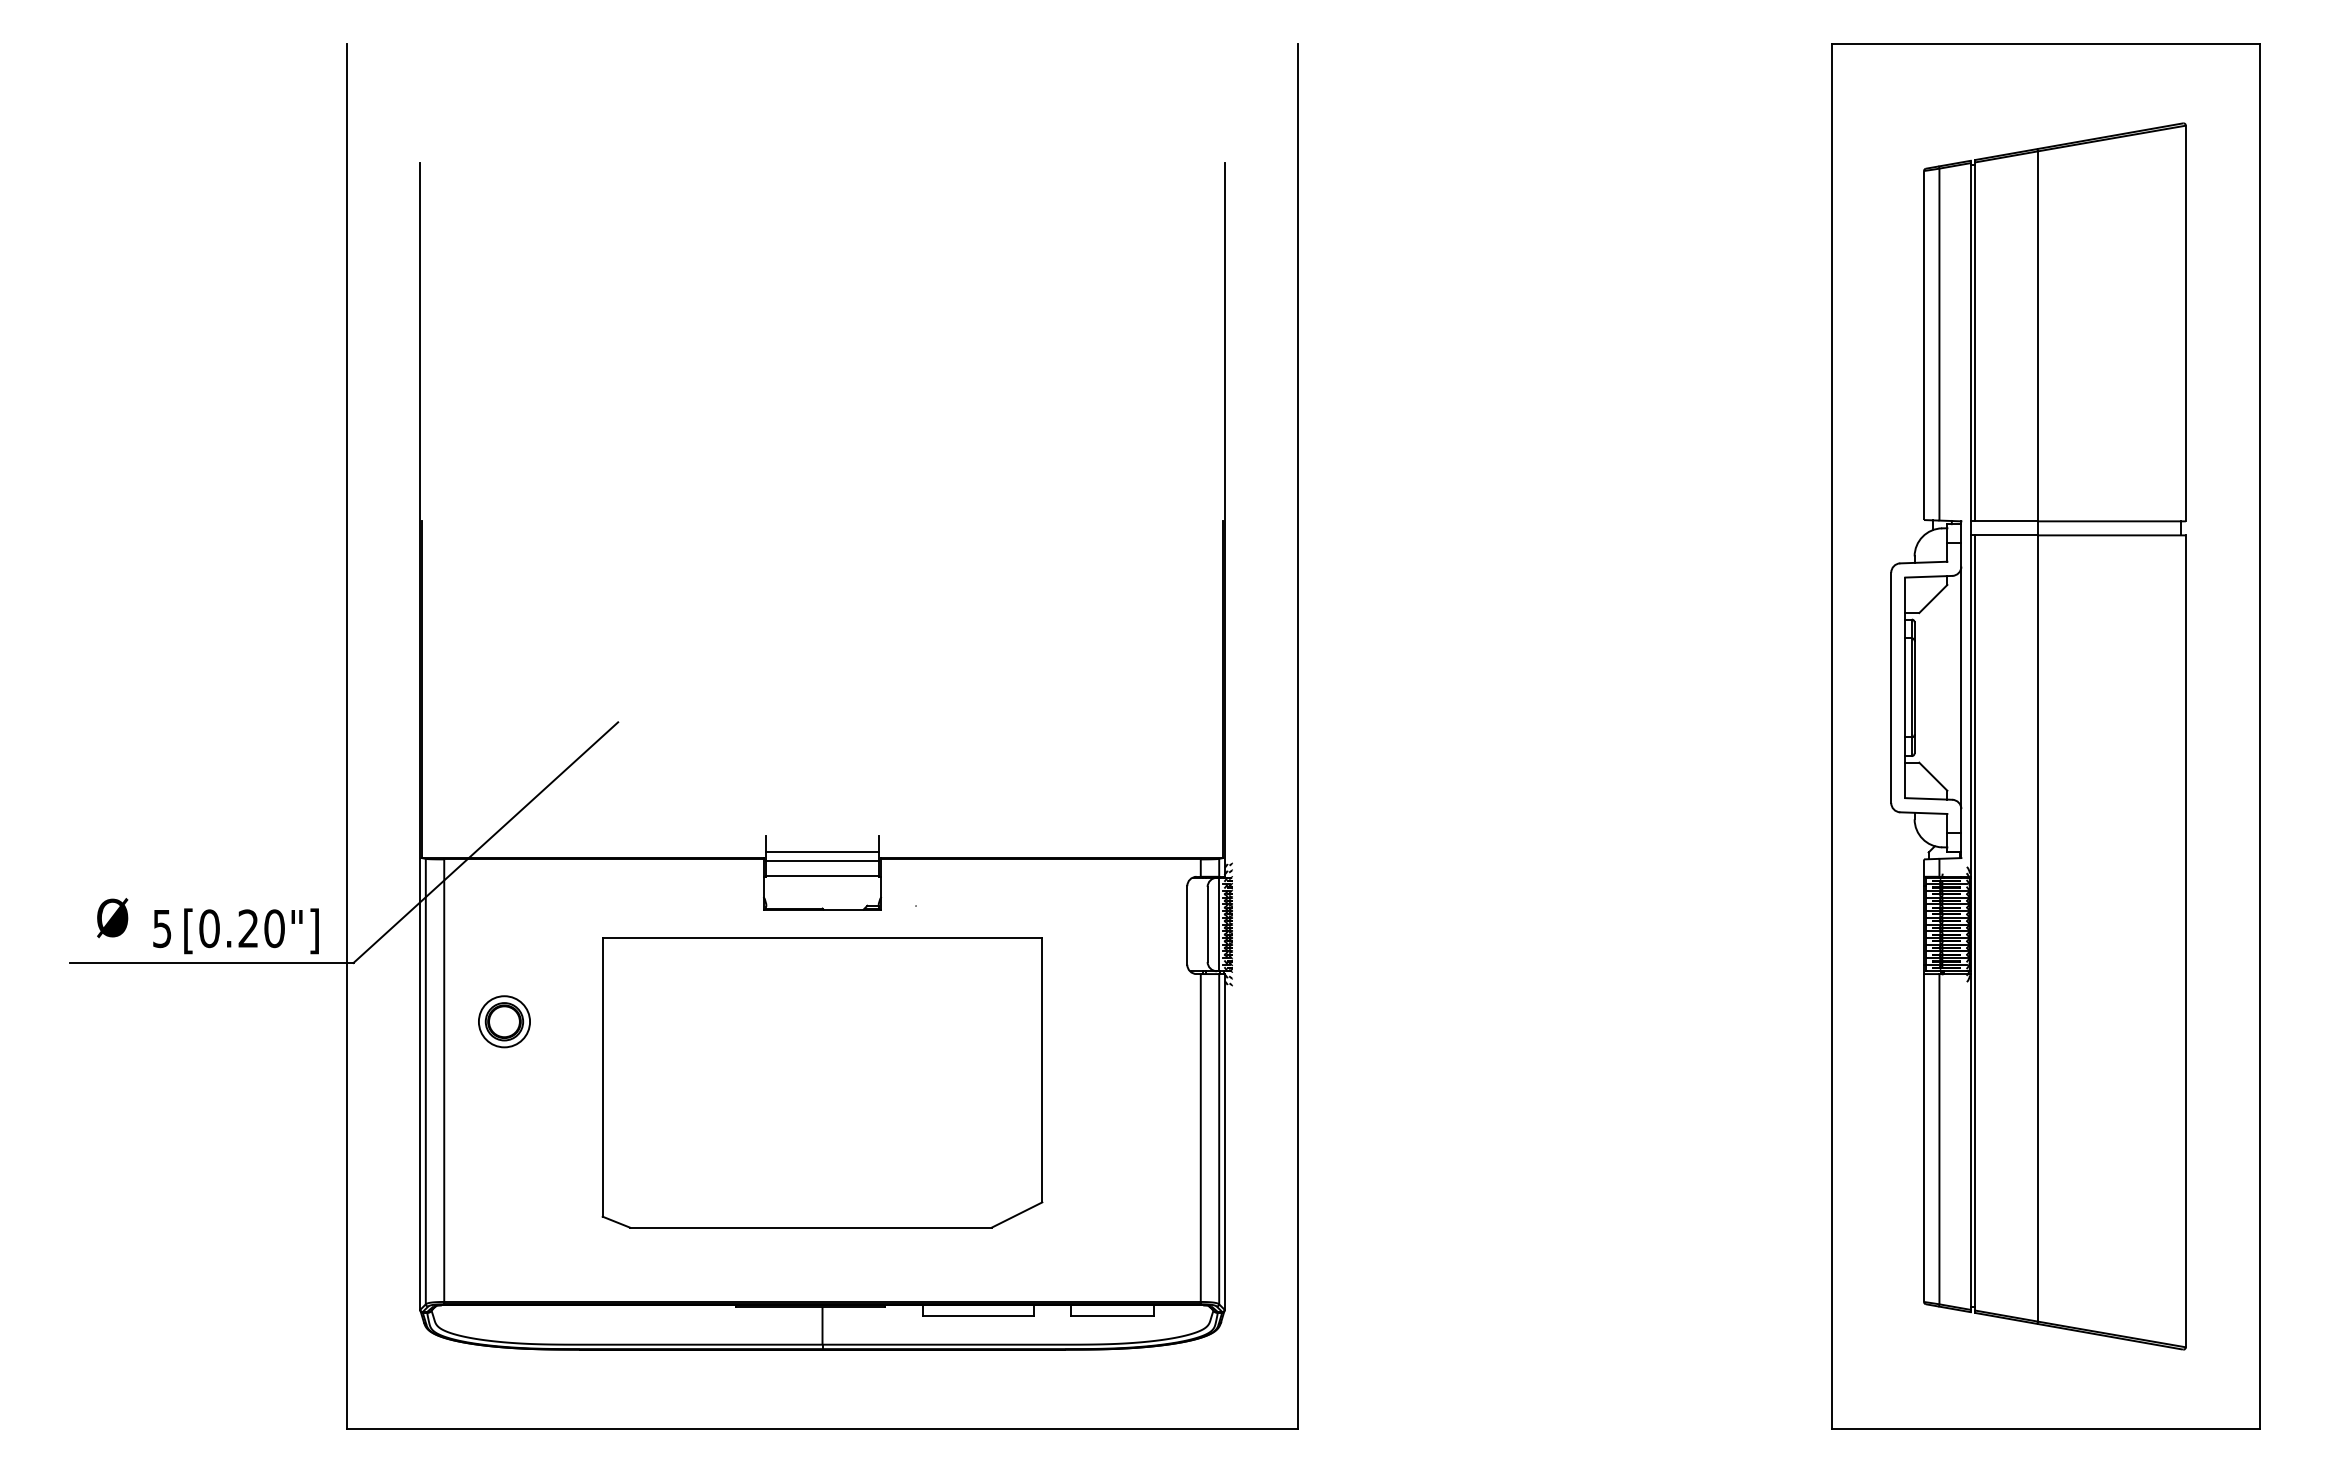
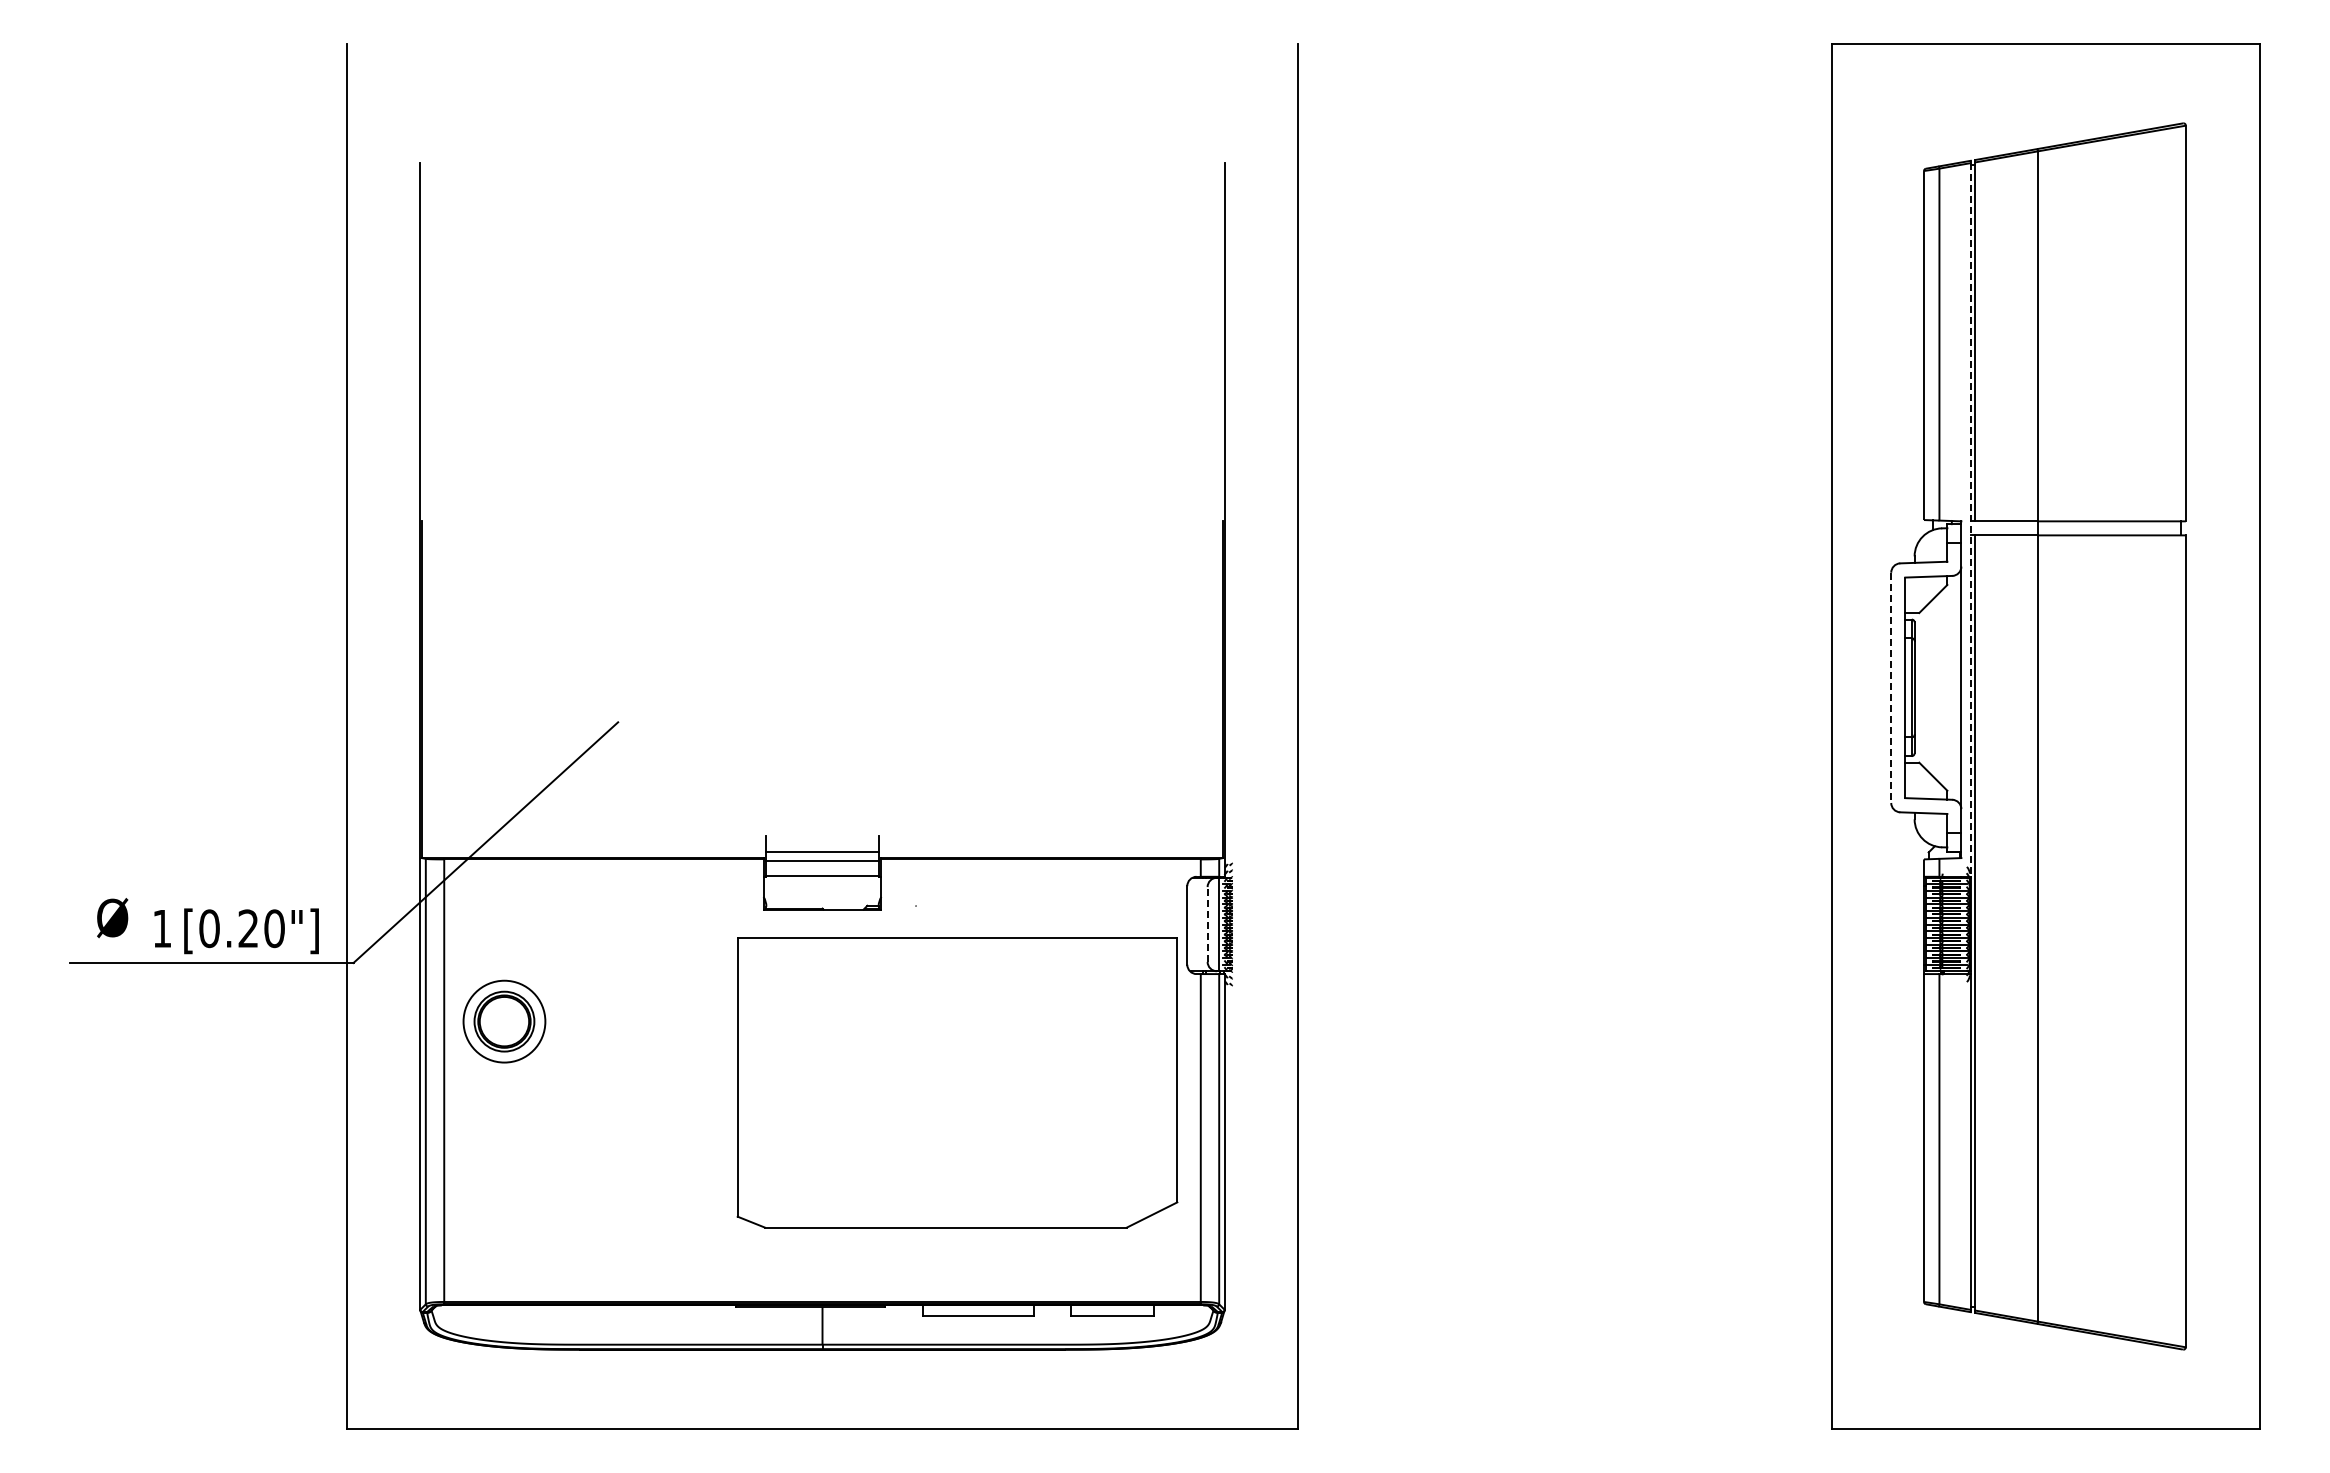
line at (1970, 519): solid -> dashed
line at (1891, 688): solid -> dashed
line at (1207, 924): solid -> dashed
text at (162, 929): 5 -> 1
part at (504, 1021) size: 53x54 px -> 85x85 px
part at (822, 1082) position: (822, 1082) -> (957, 1082)
